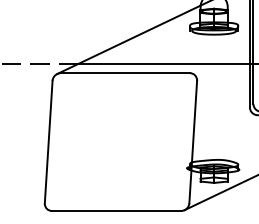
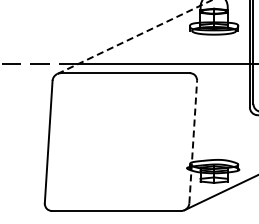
line at (134, 37): solid -> dashed
line at (193, 141): solid -> dashed
